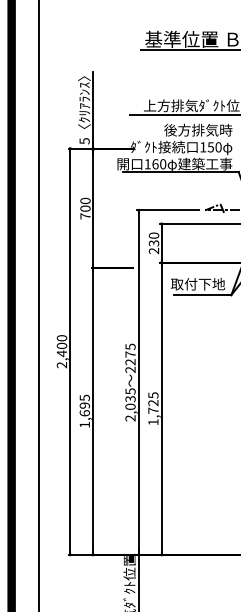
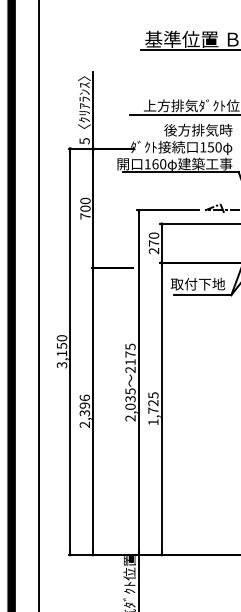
text at (153, 243): 230 -> 270
text at (61, 355): 2,400 -> 3,150
text at (130, 362): 2275 -> 2175
text at (84, 410): 1,695 -> 2,396
